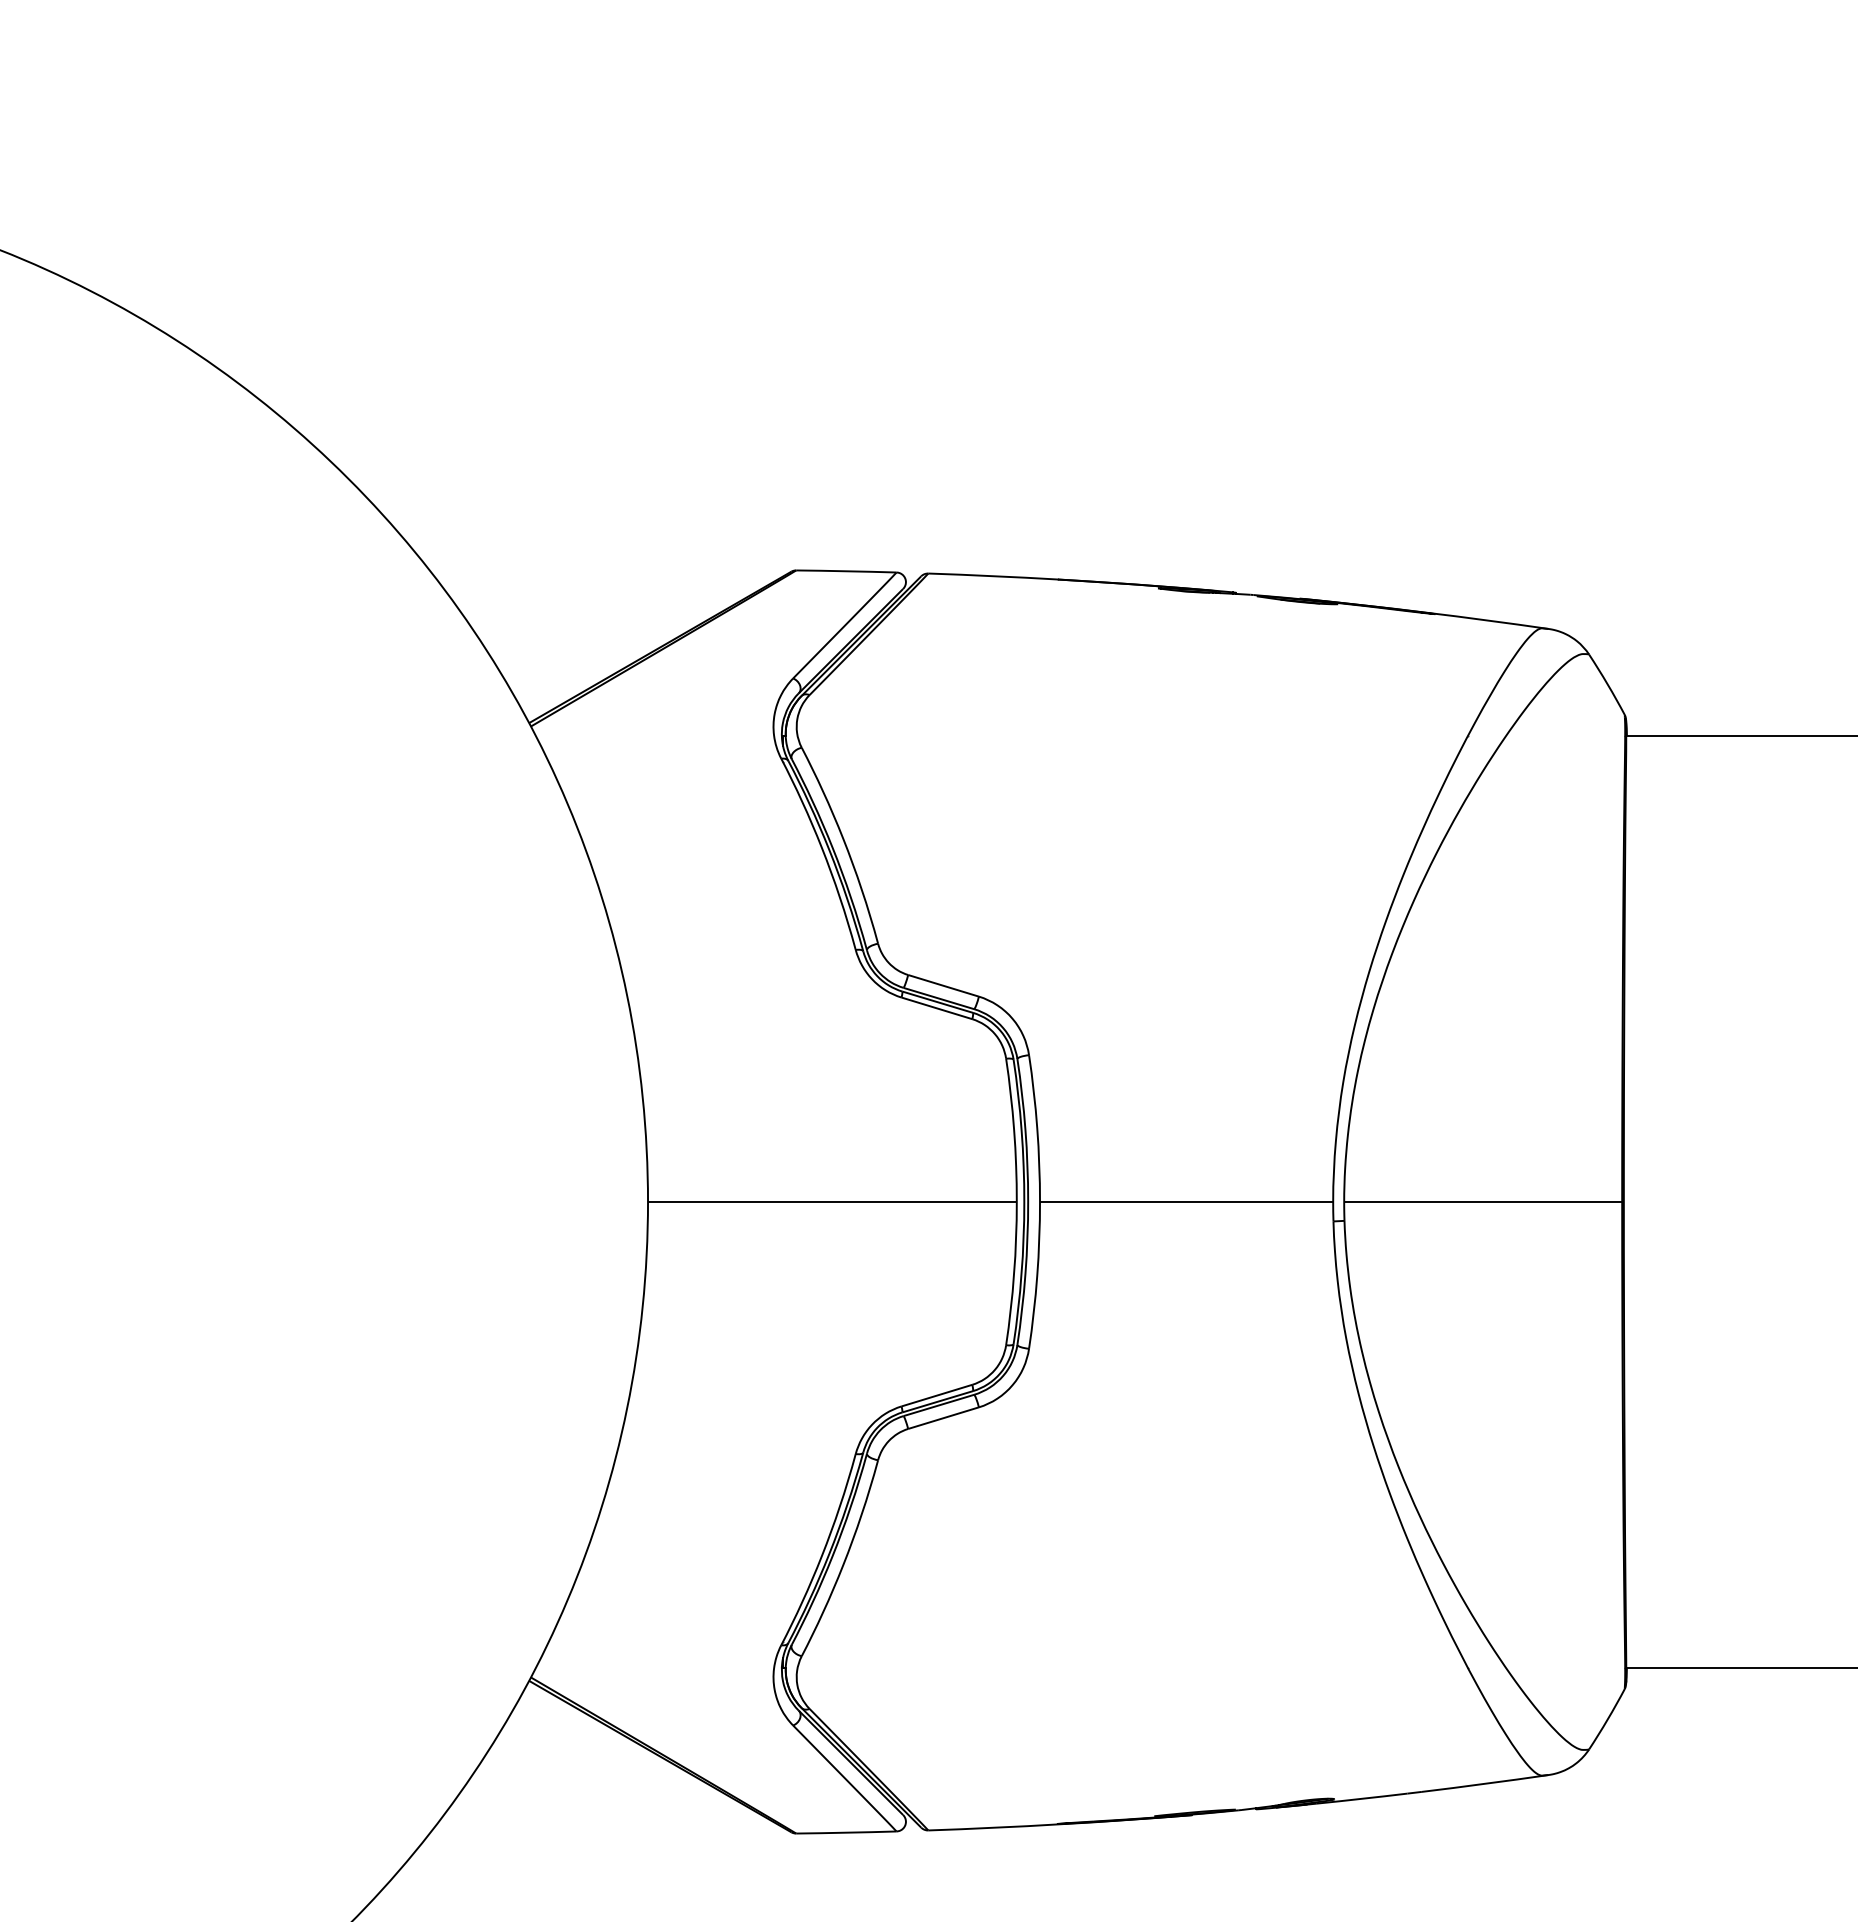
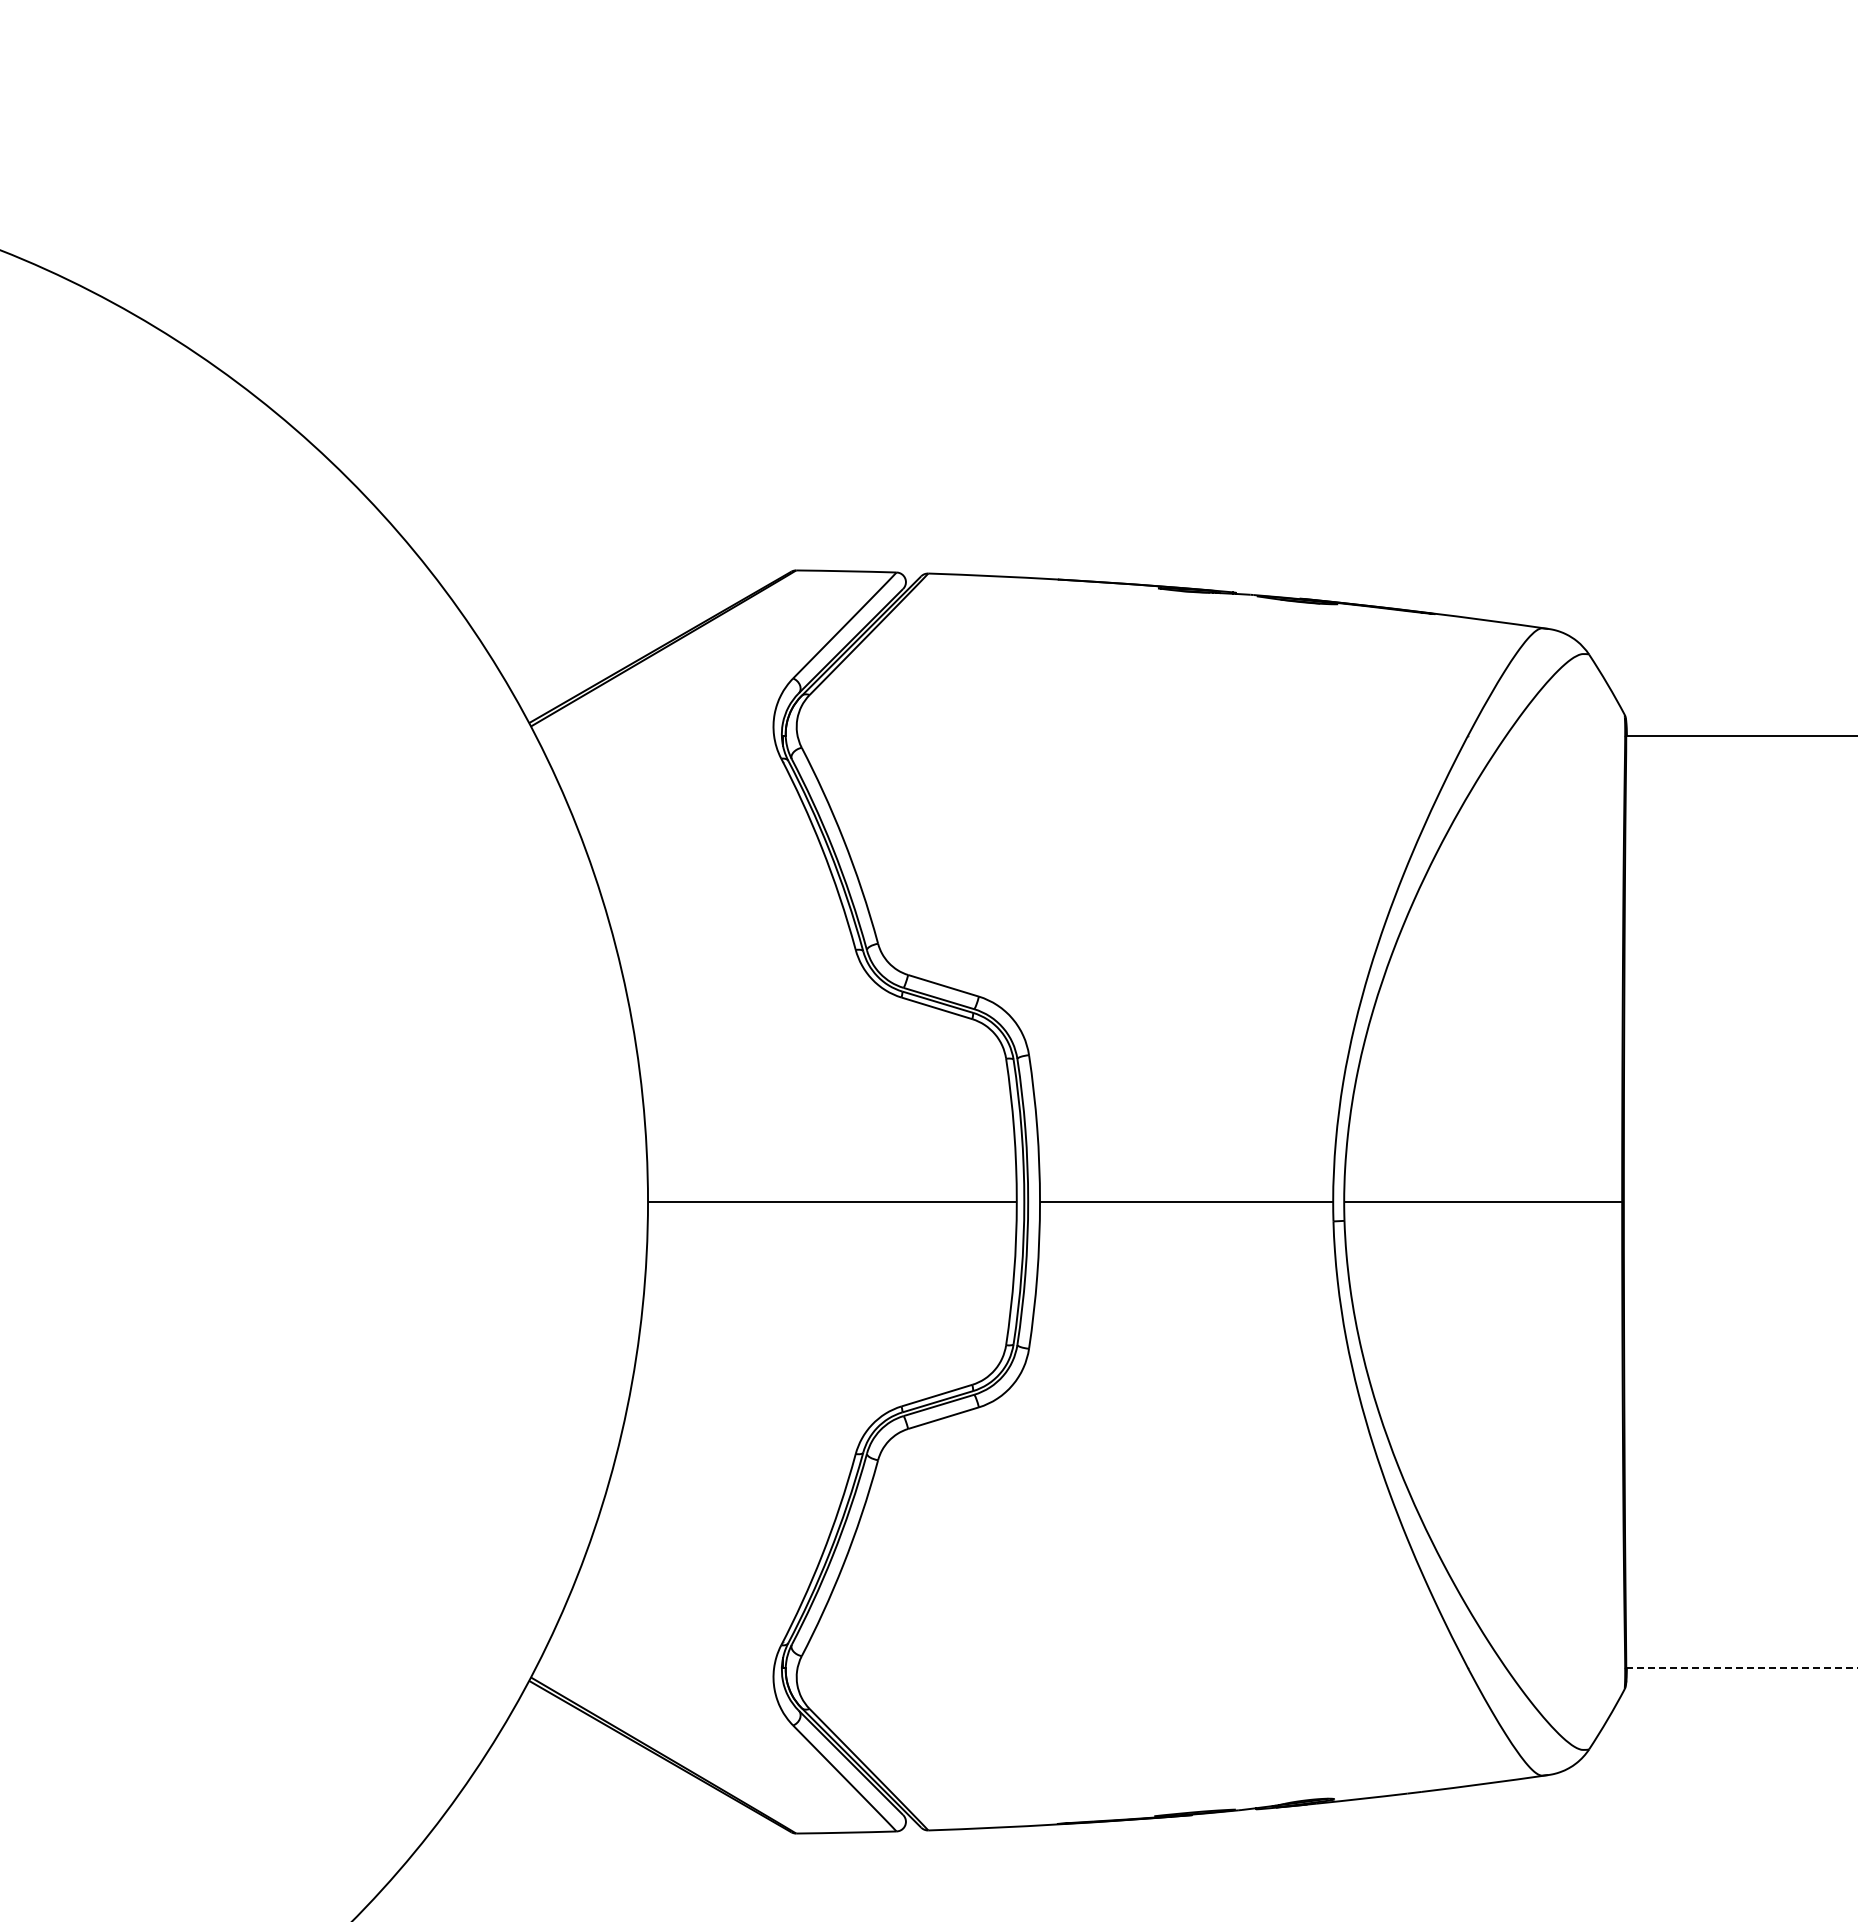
line at (1742, 1668): solid -> dashed
